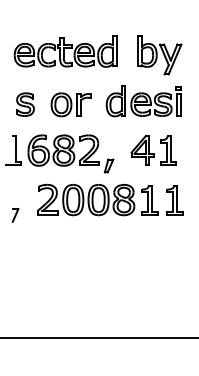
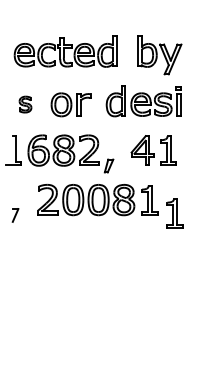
part at (25, 104) size: 19x25 px -> 15x19 px
part at (174, 200) position: (174, 200) -> (174, 213)
line at (98, 337): present -> none
